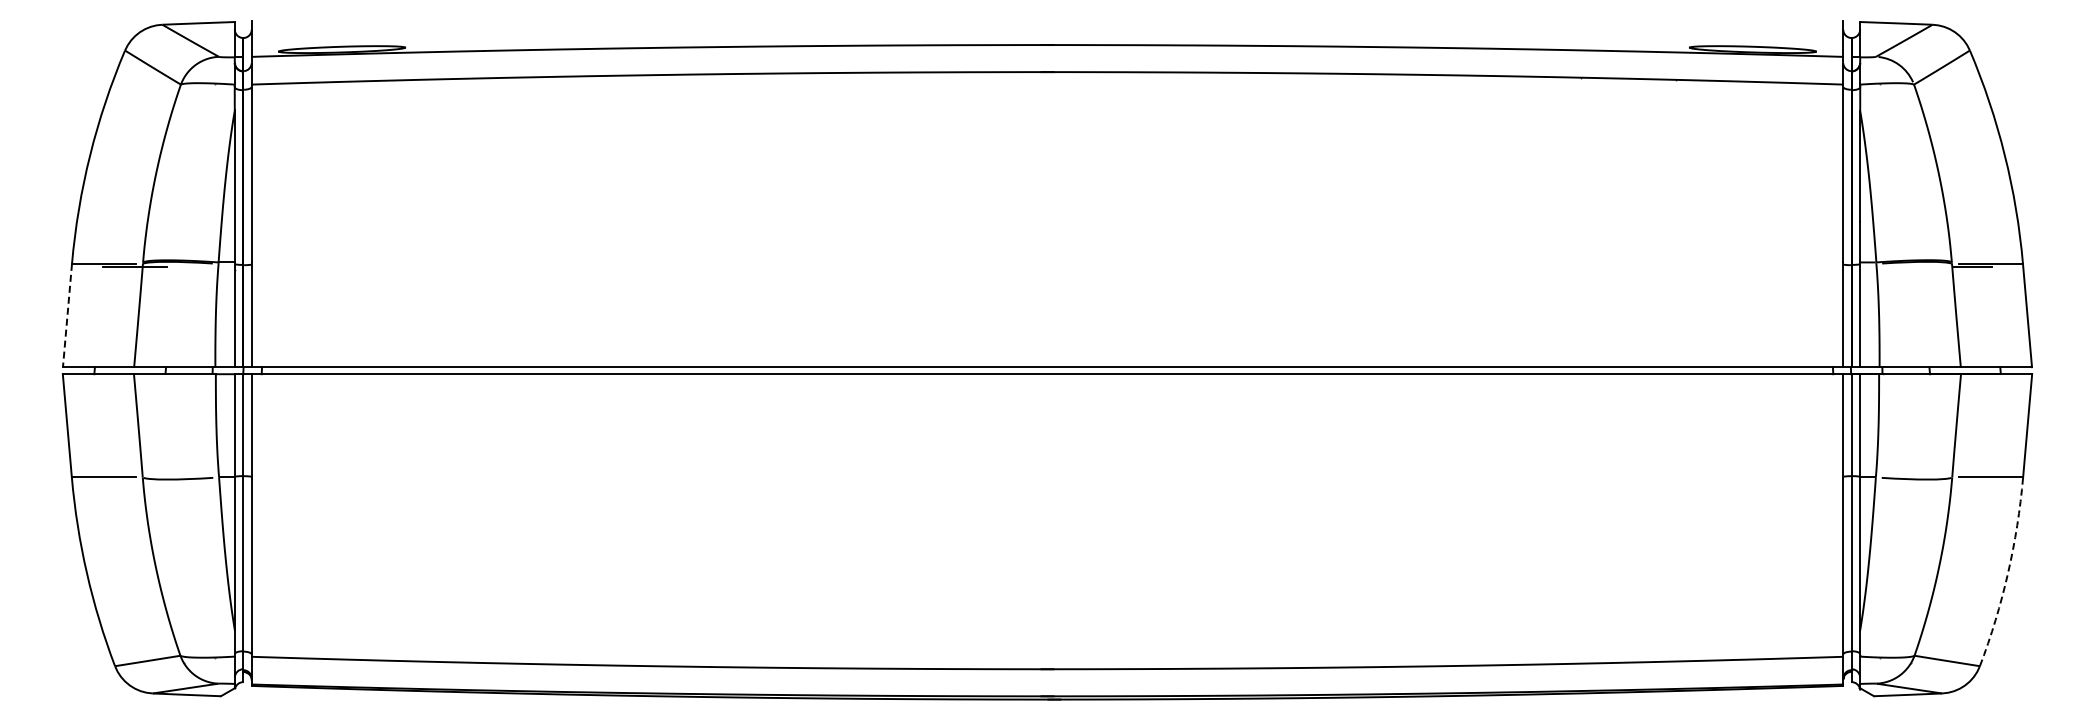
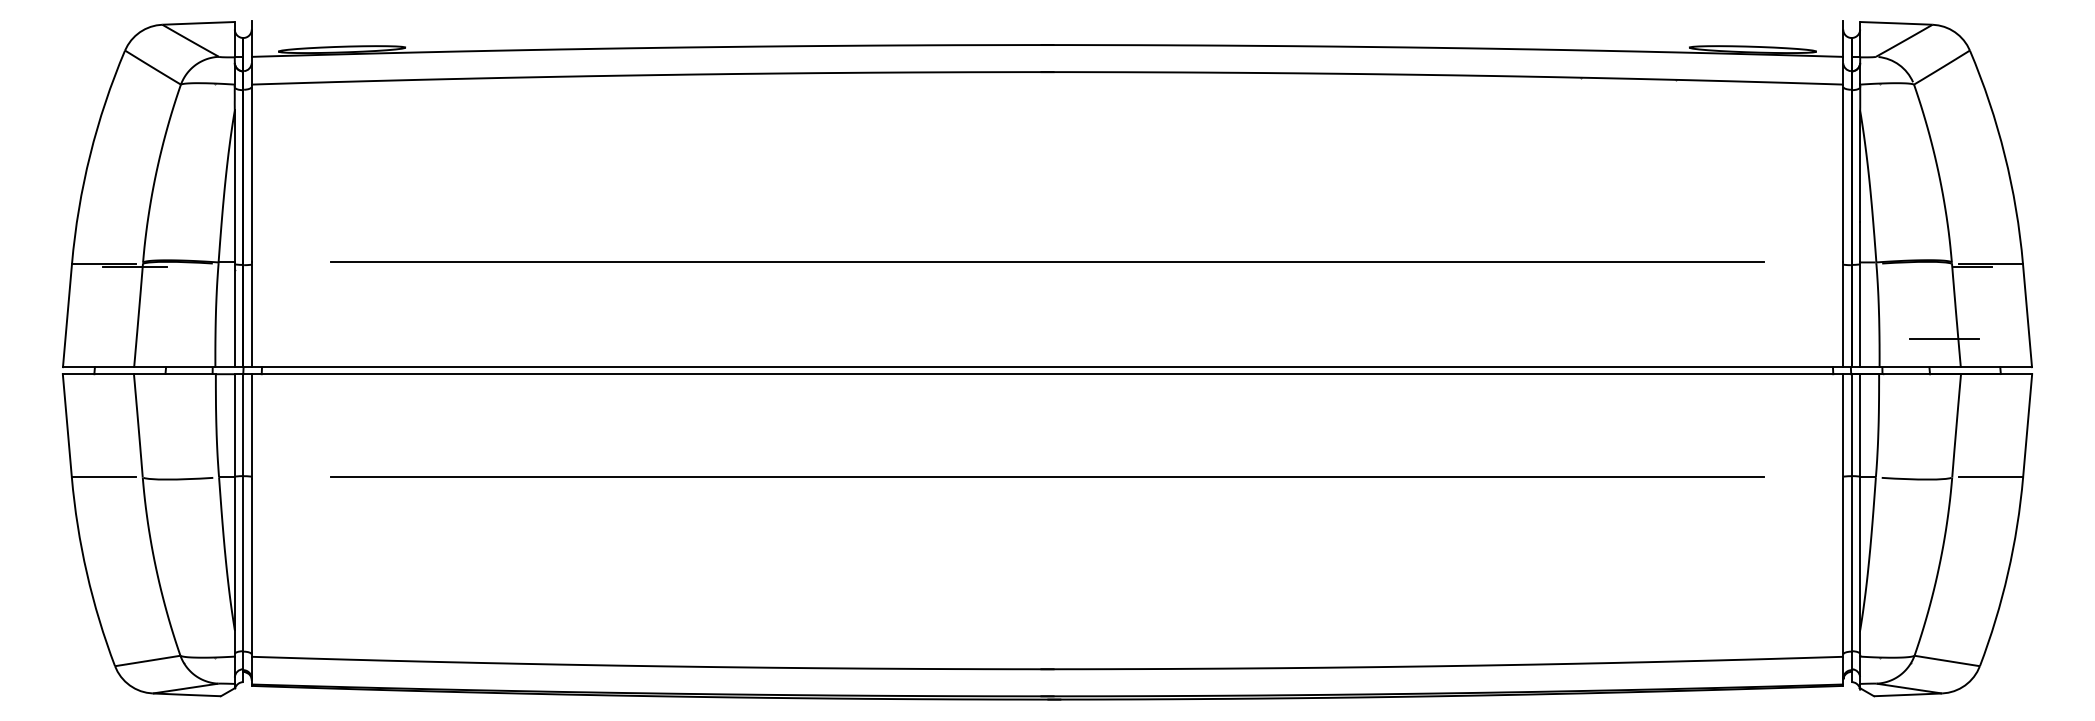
line at (1047, 262): none -> present
line at (67, 315): dashed -> solid
line at (1944, 338): none -> present
line at (1047, 477): none -> present
arc at (2008, 573): dashed -> solid
